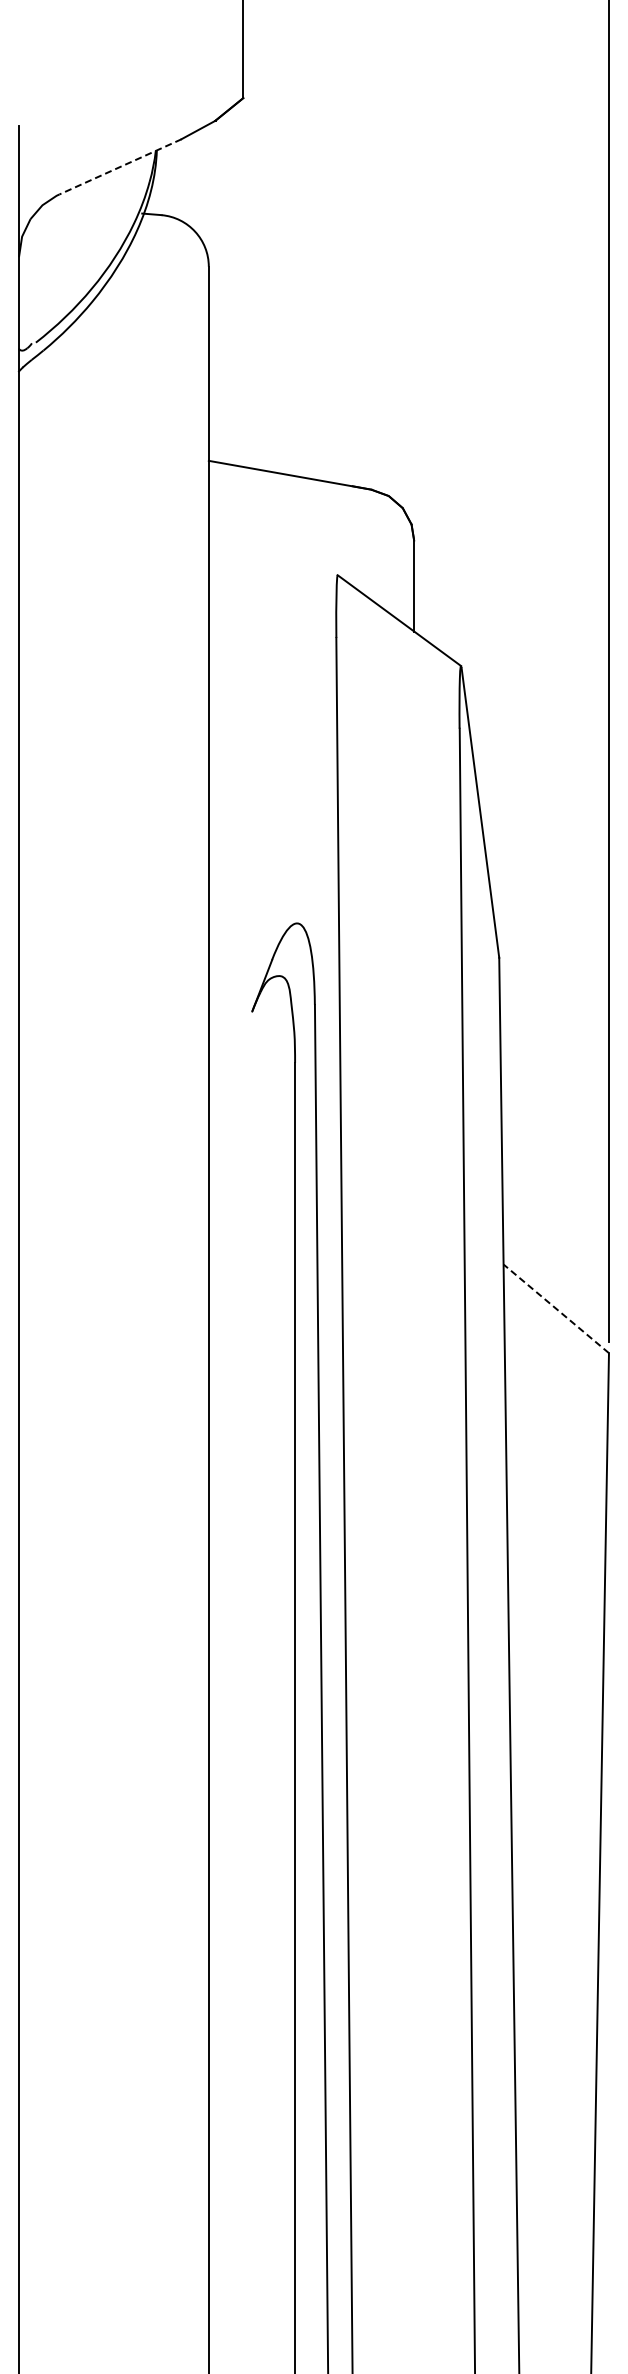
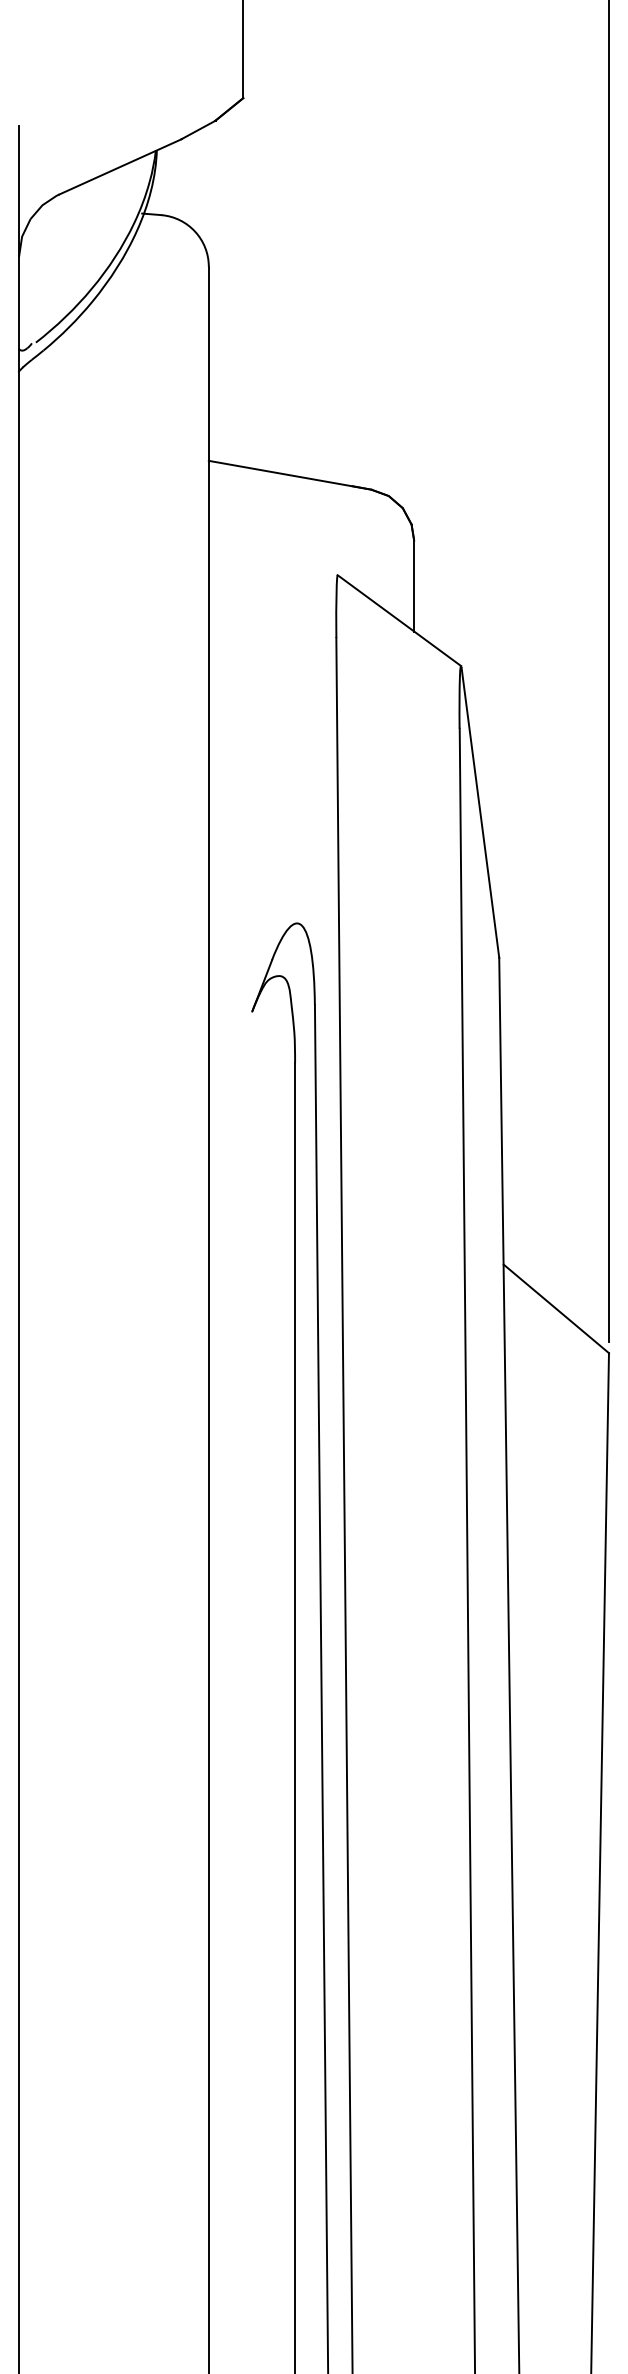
line at (120, 167): dashed -> solid
line at (556, 1308): dashed -> solid
